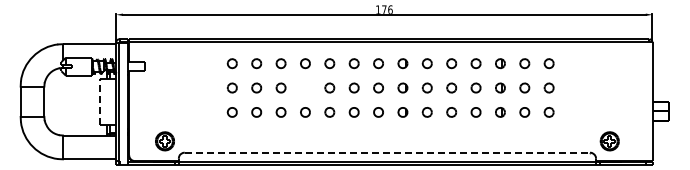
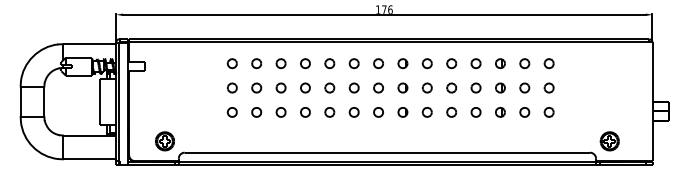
part at (305, 87): none -> present
line at (99, 101): dashed -> solid
line at (388, 152): dashed -> solid
